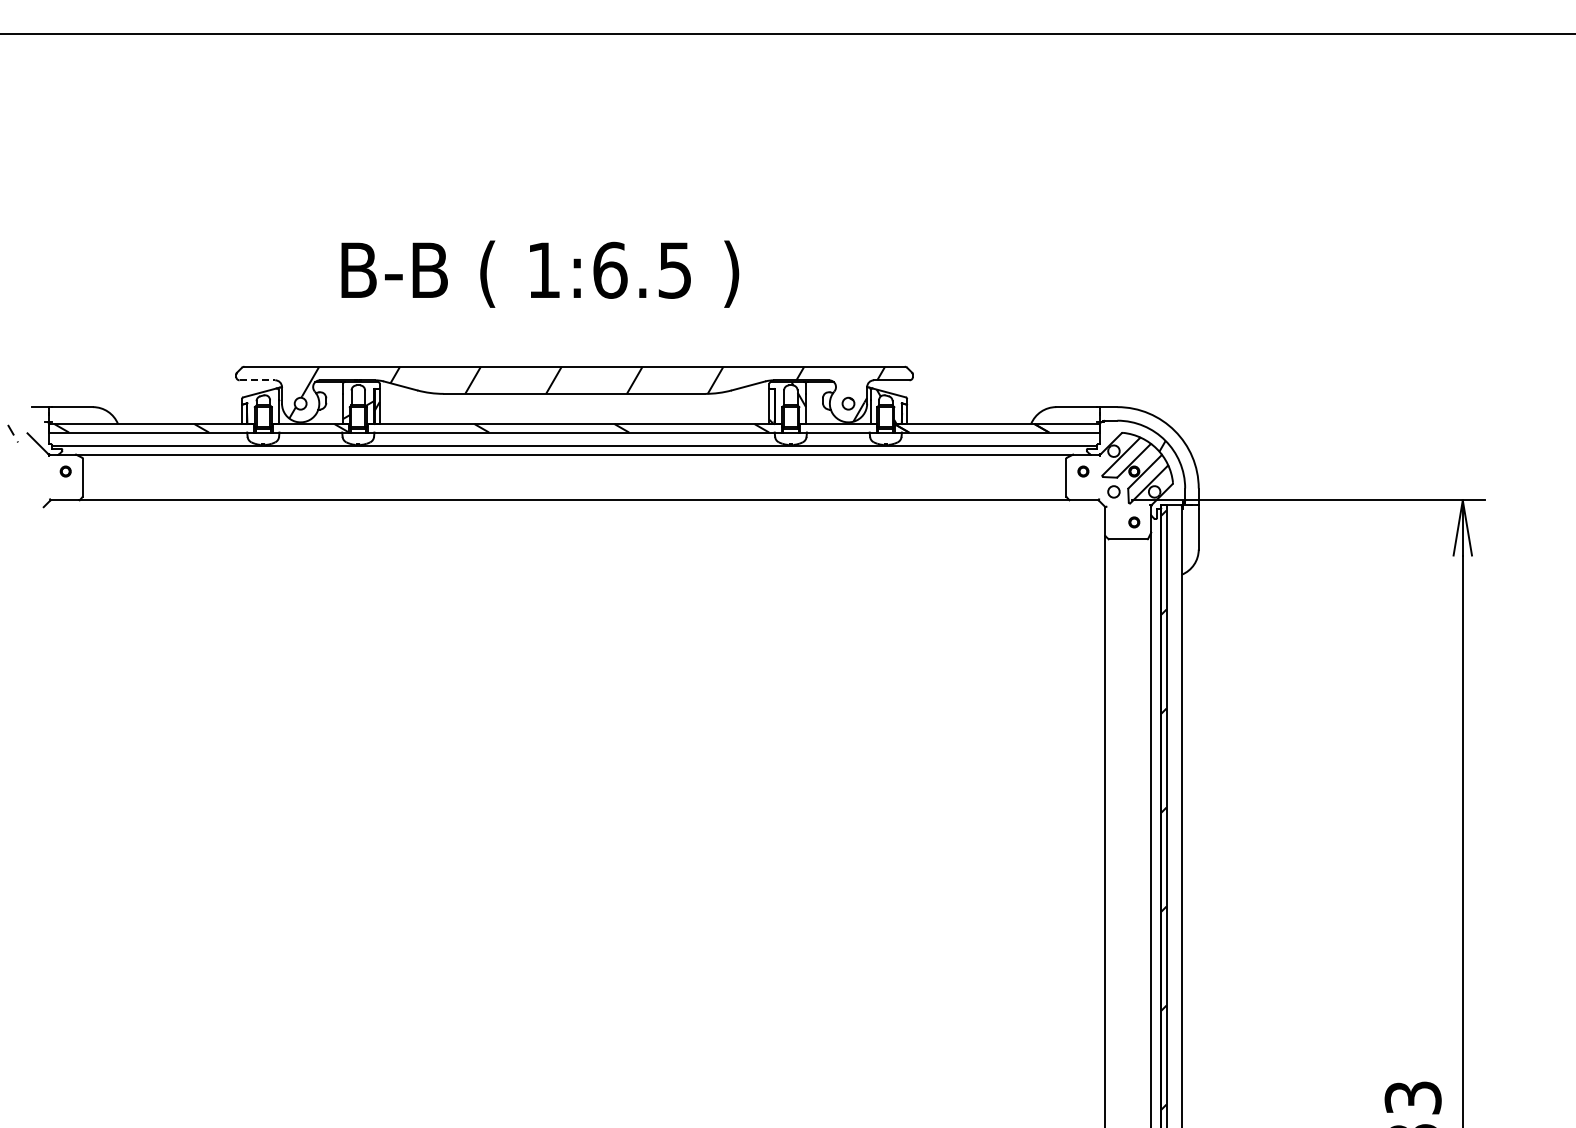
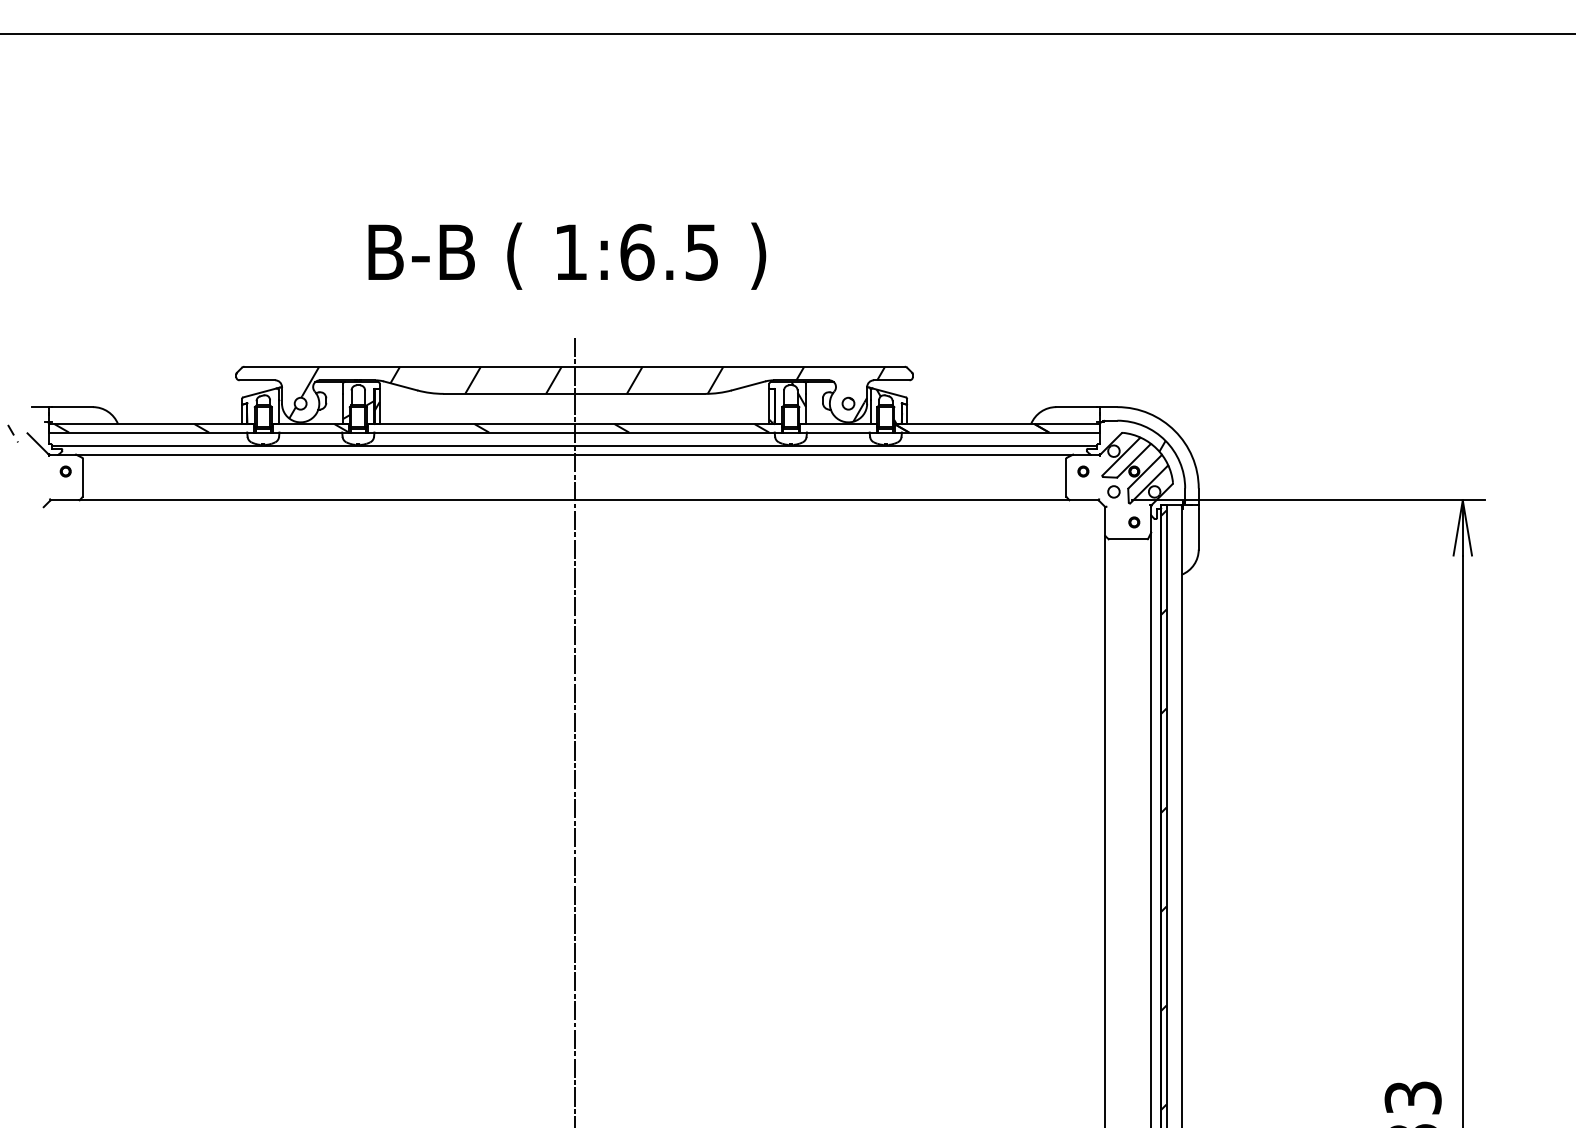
text at (540, 273) position: (540, 273) -> (567, 255)
line at (257, 380): dashed -> solid
line at (574, 730): none -> present
